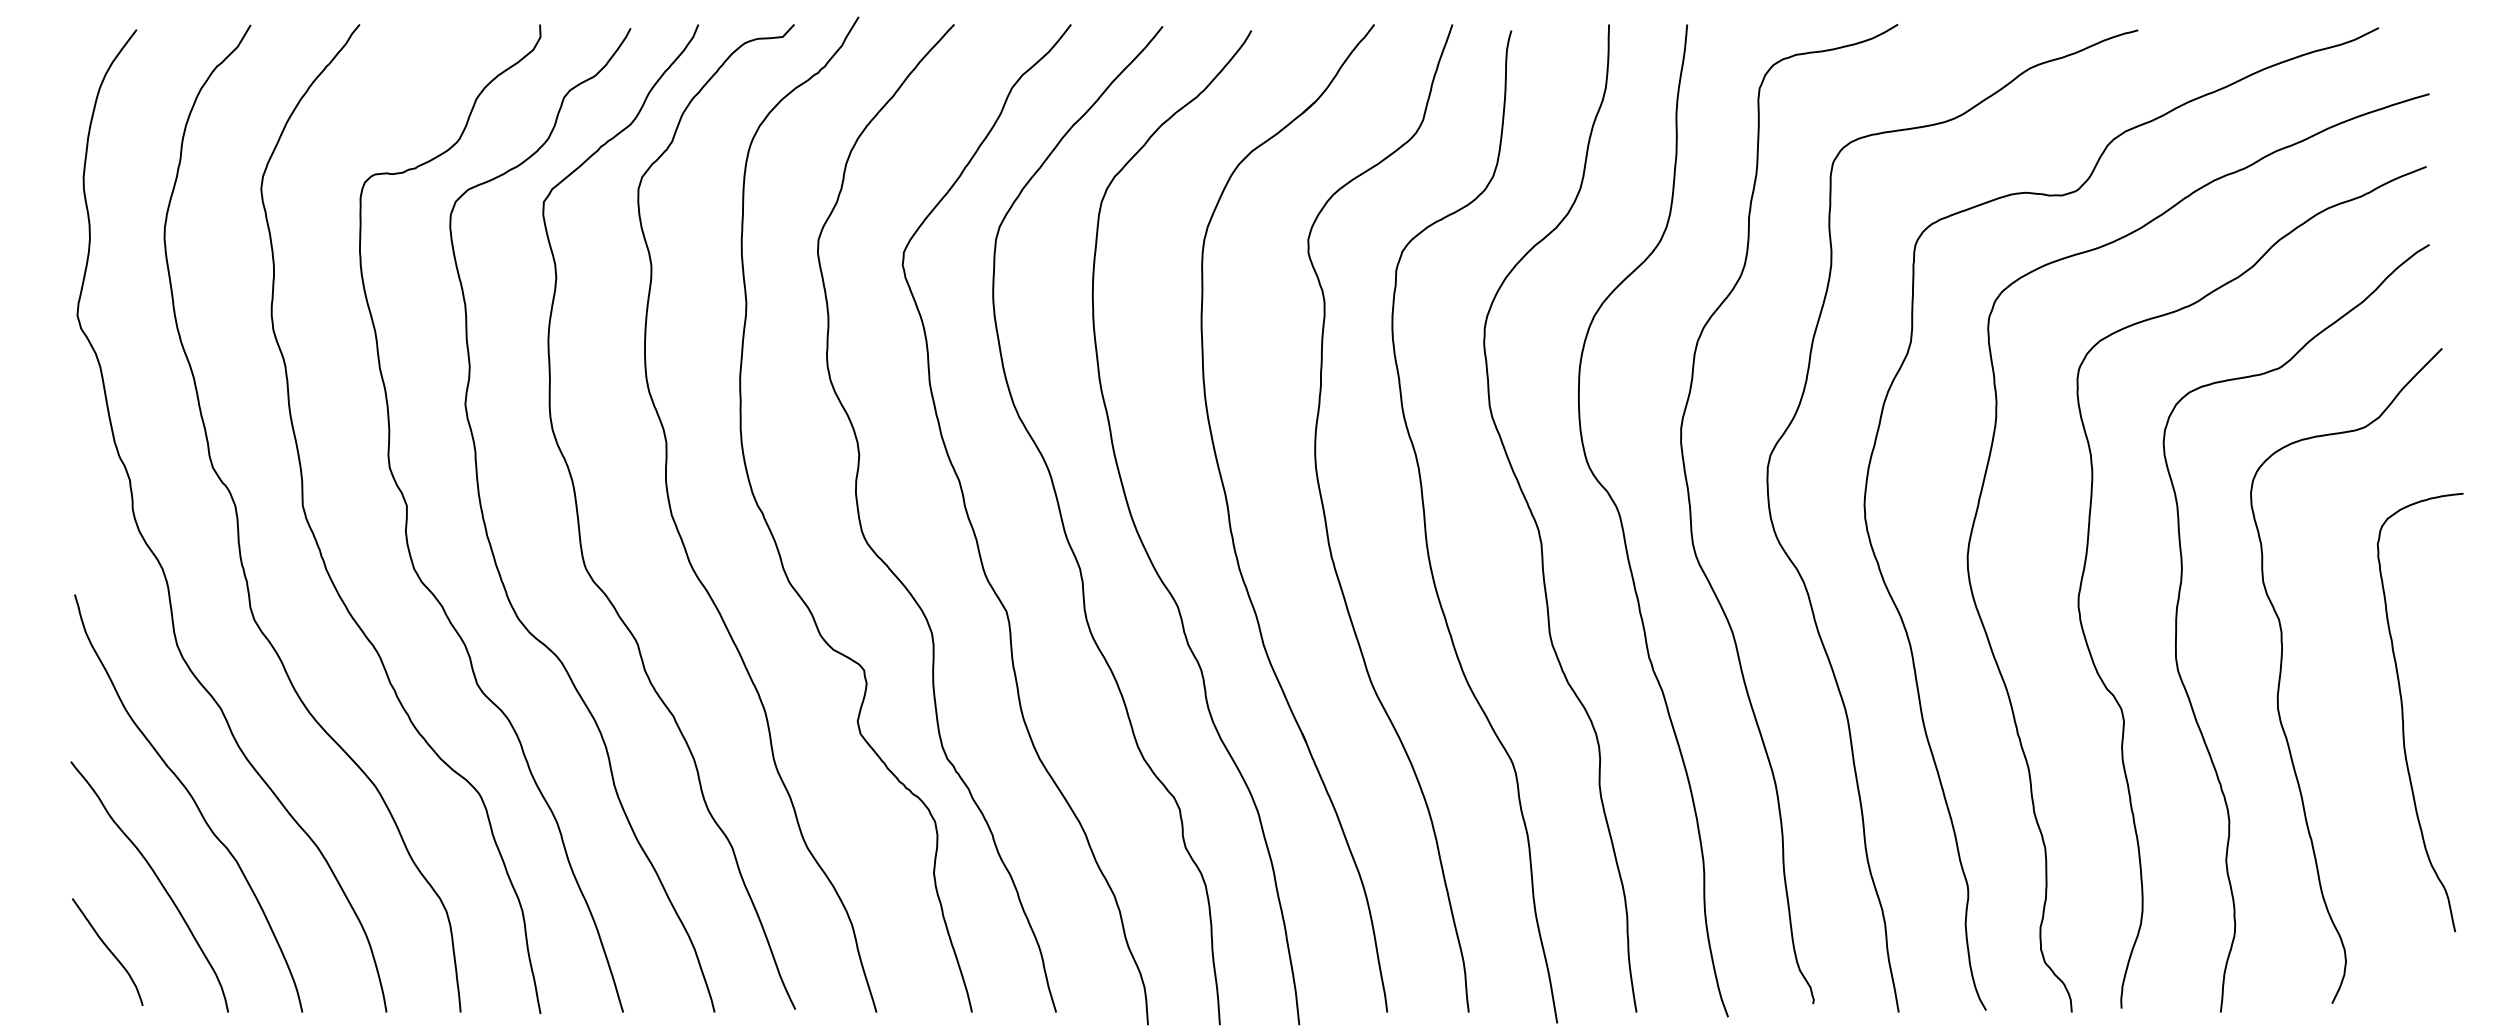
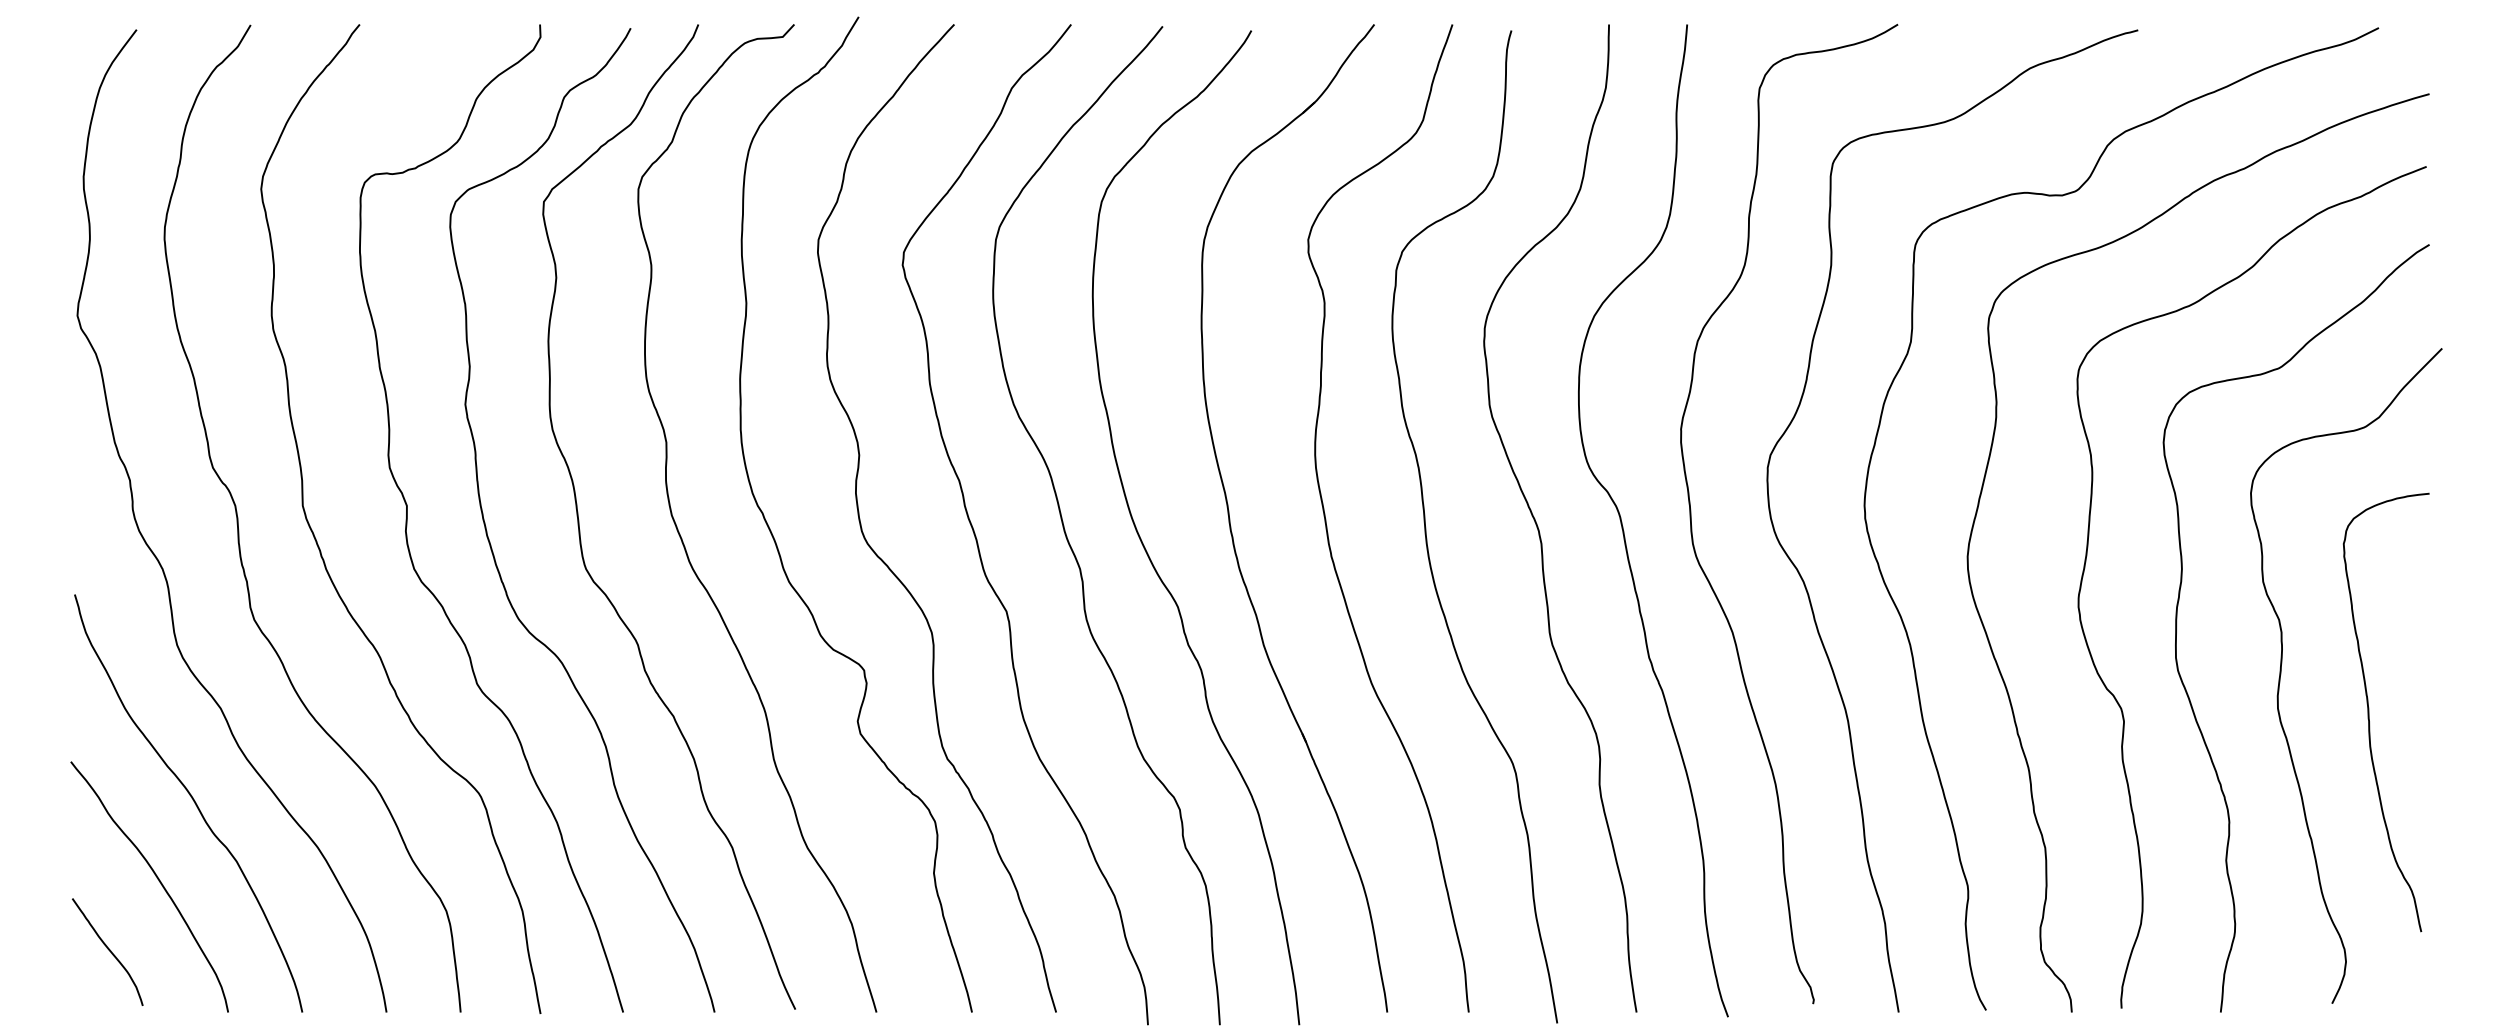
curve at (2403, 712) position: (2403, 712) -> (2369, 712)
